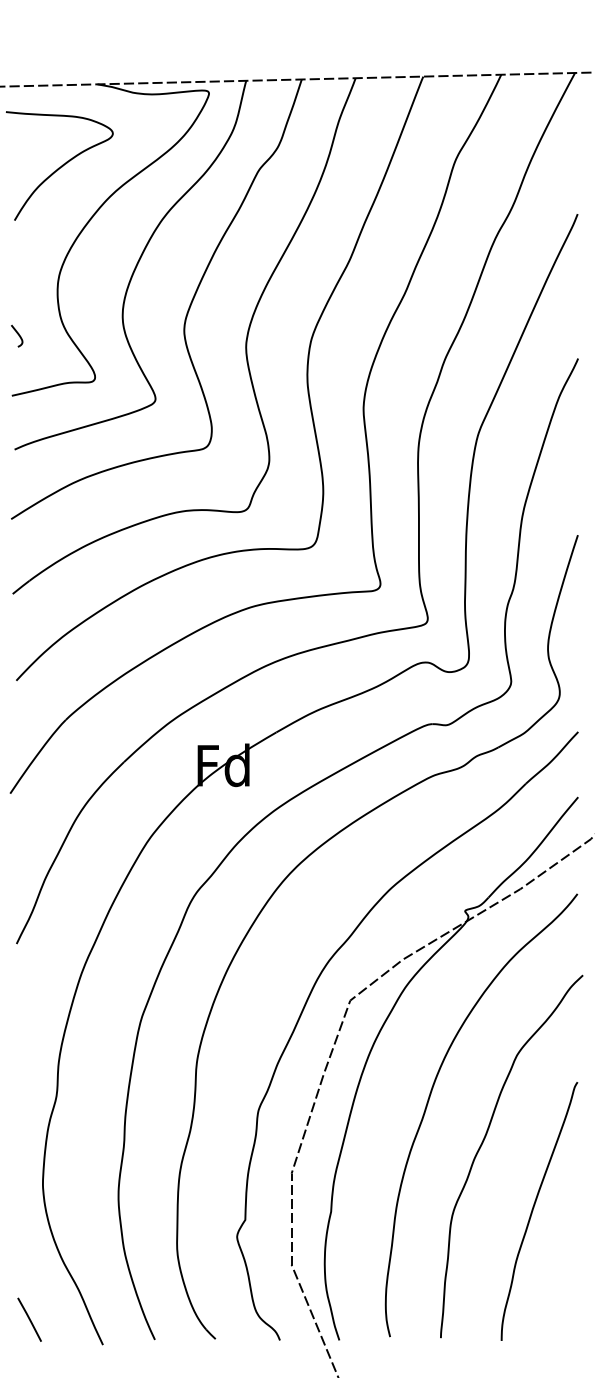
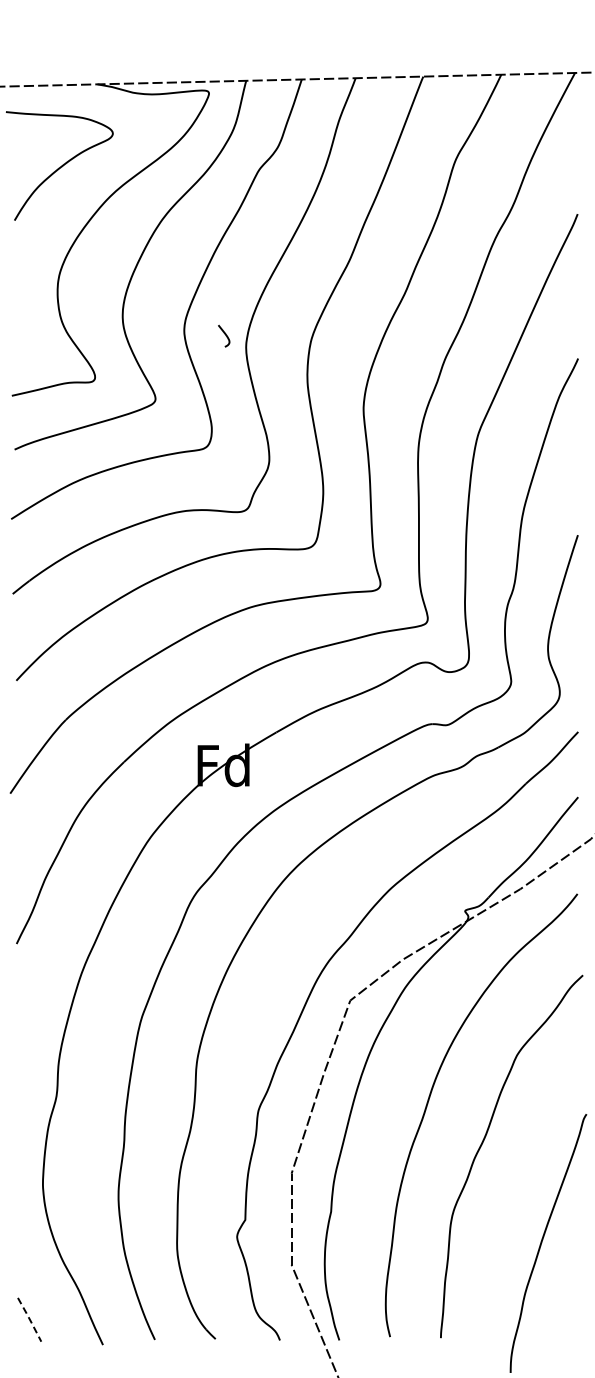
curve at (17, 334) position: (17, 334) -> (224, 334)
curve at (533, 1210) position: (533, 1210) -> (542, 1242)
line at (30, 1320): solid -> dashed
